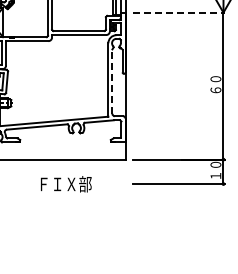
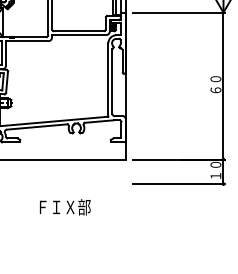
line at (178, 12): dashed -> solid
line at (112, 81): dashed -> solid
text at (66, 184) position: (66, 184) -> (65, 207)
